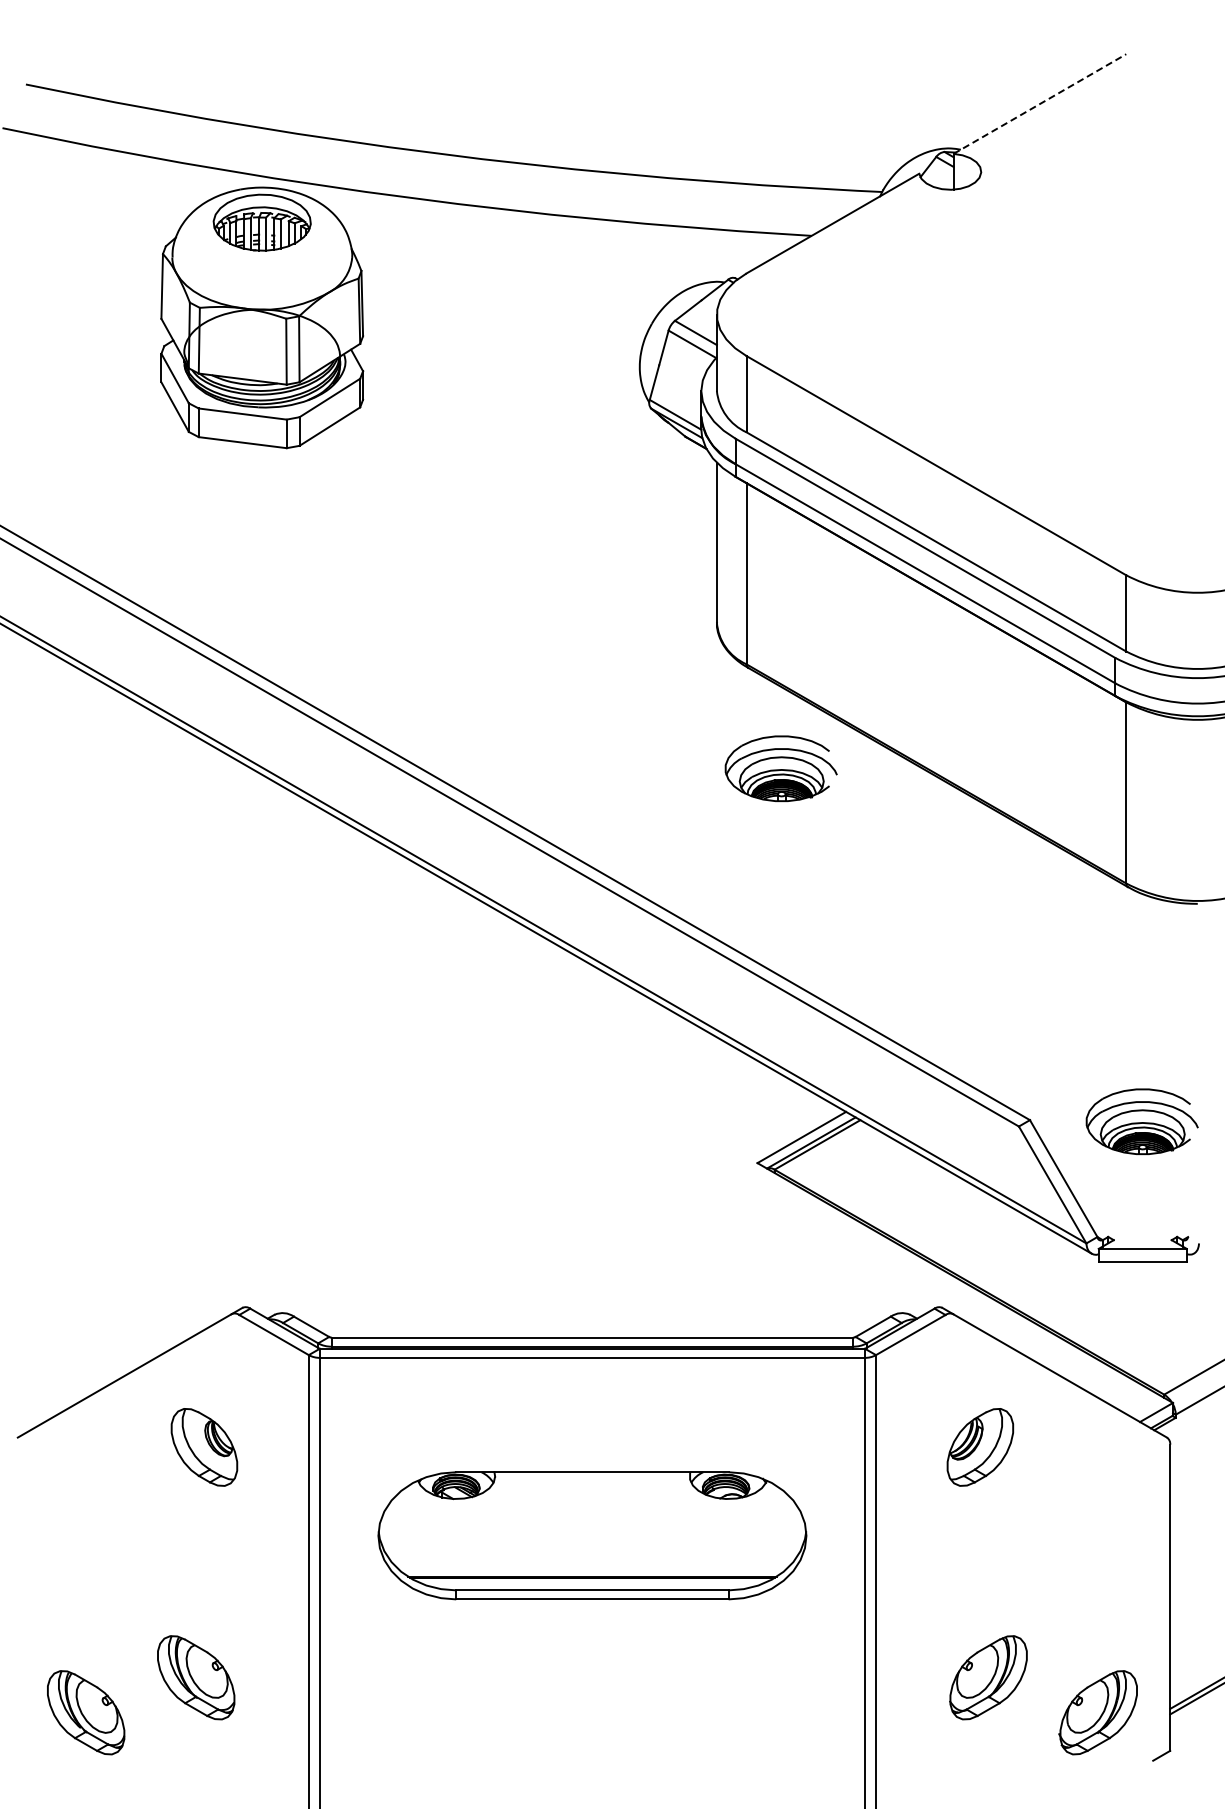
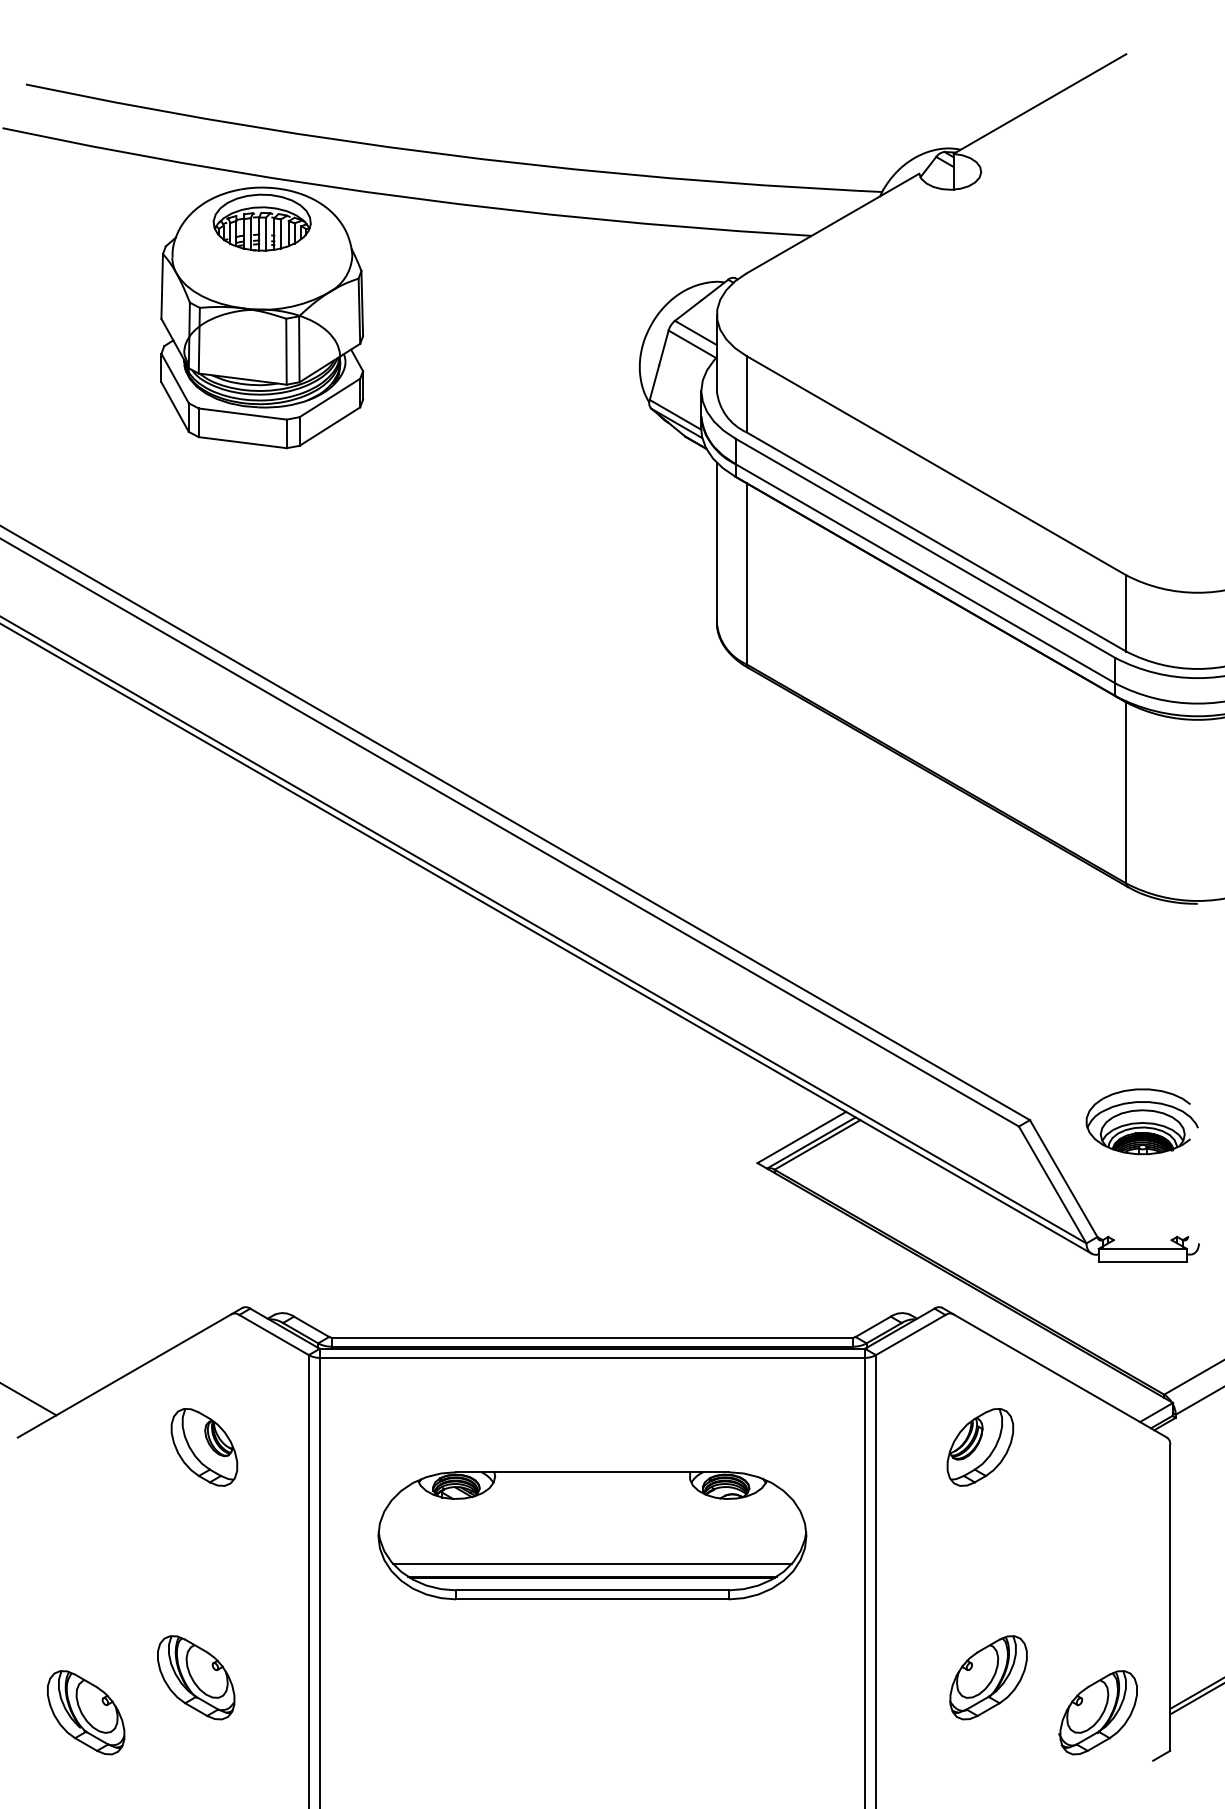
line at (1039, 104): dashed -> solid
part at (780, 768): present -> none
line at (29, 1399): none -> present
line at (592, 1564): none -> present
